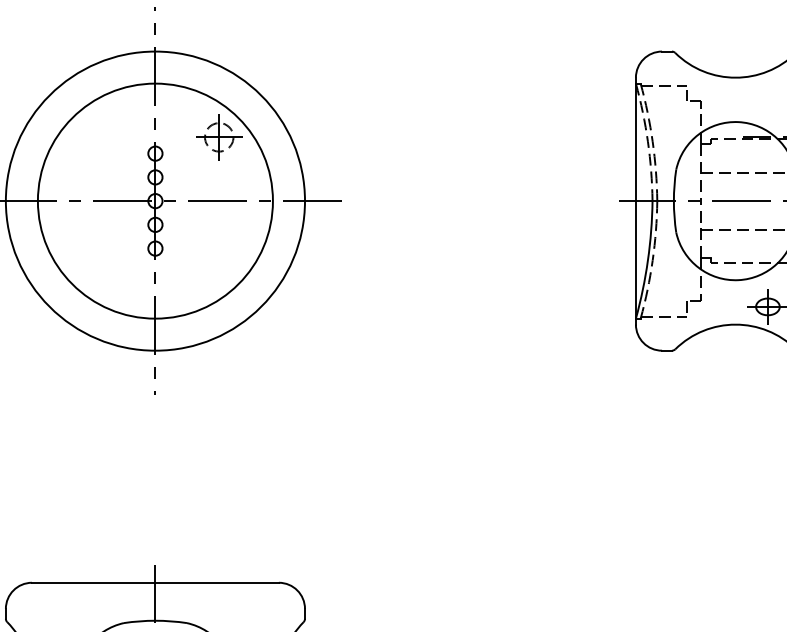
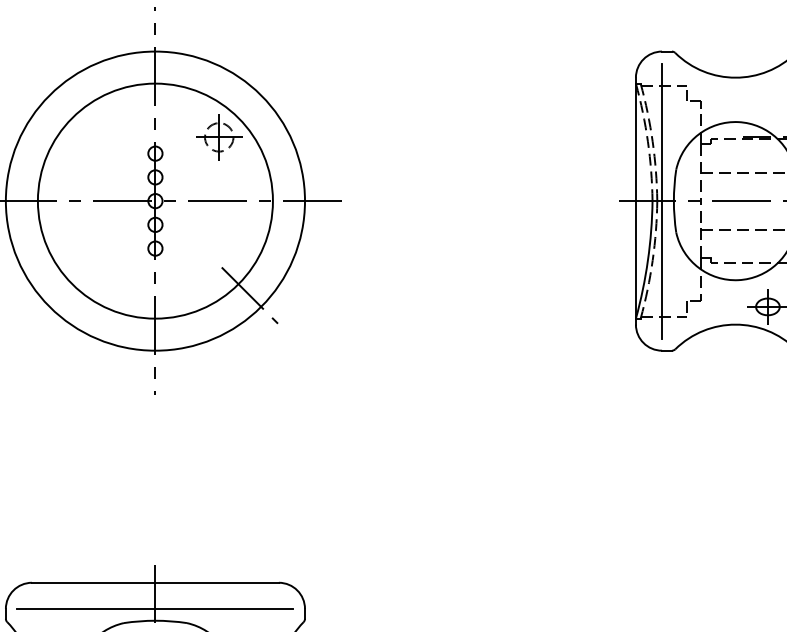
line at (662, 201): none -> present
line at (249, 295): none -> present
line at (154, 608): none -> present
